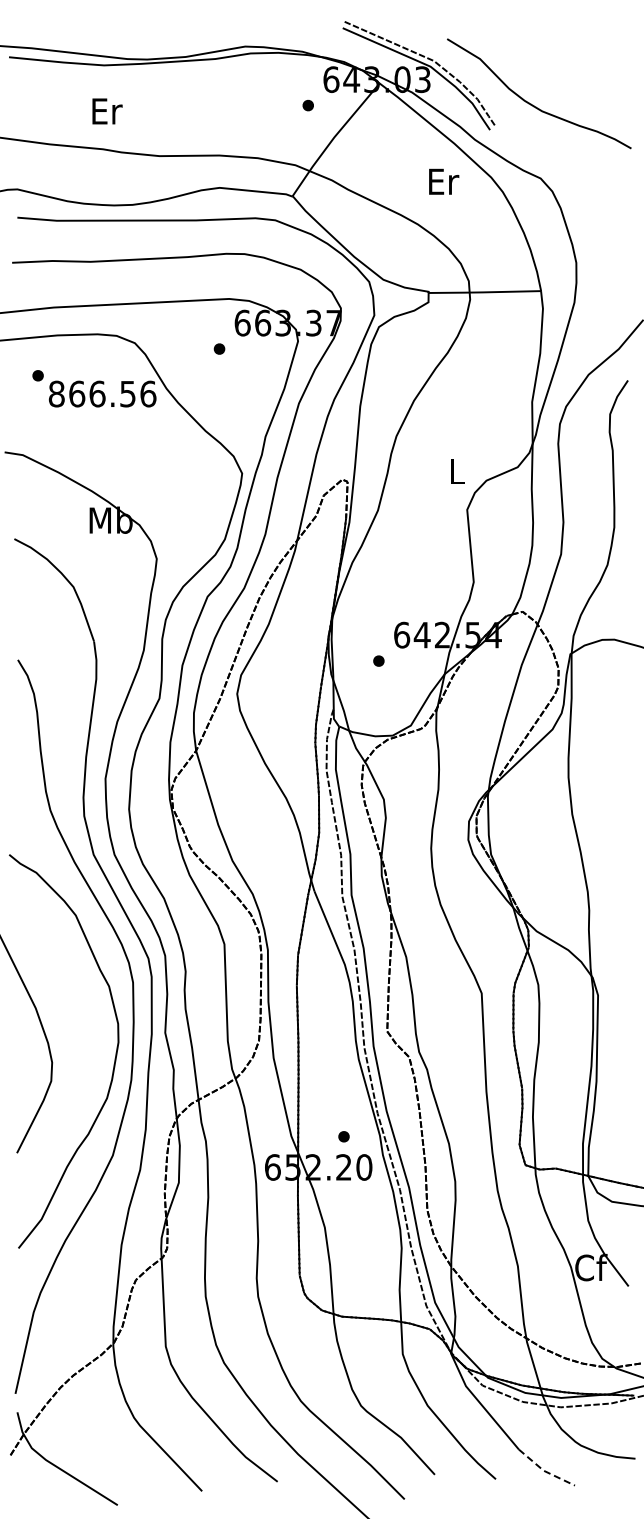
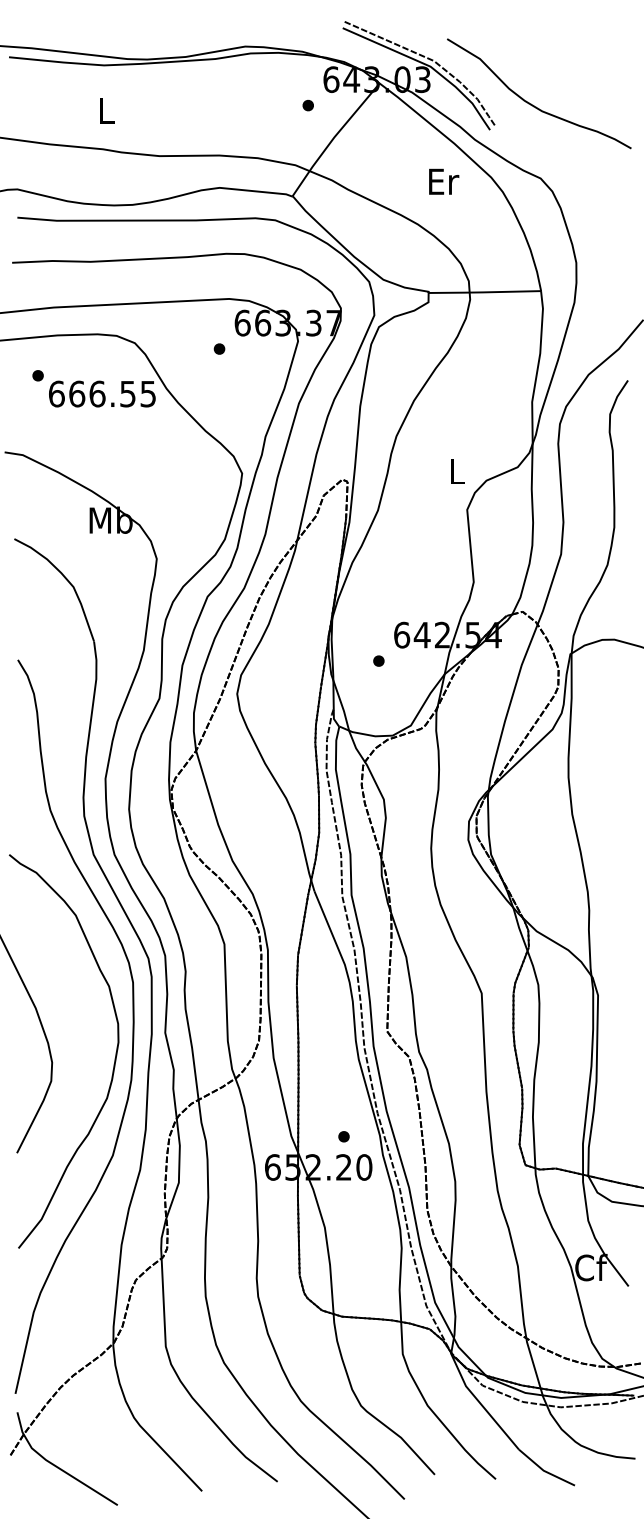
text at (107, 111): Er -> L
text at (102, 393): 866.56 -> 666.55
line at (544, 1471): dashed -> solid
